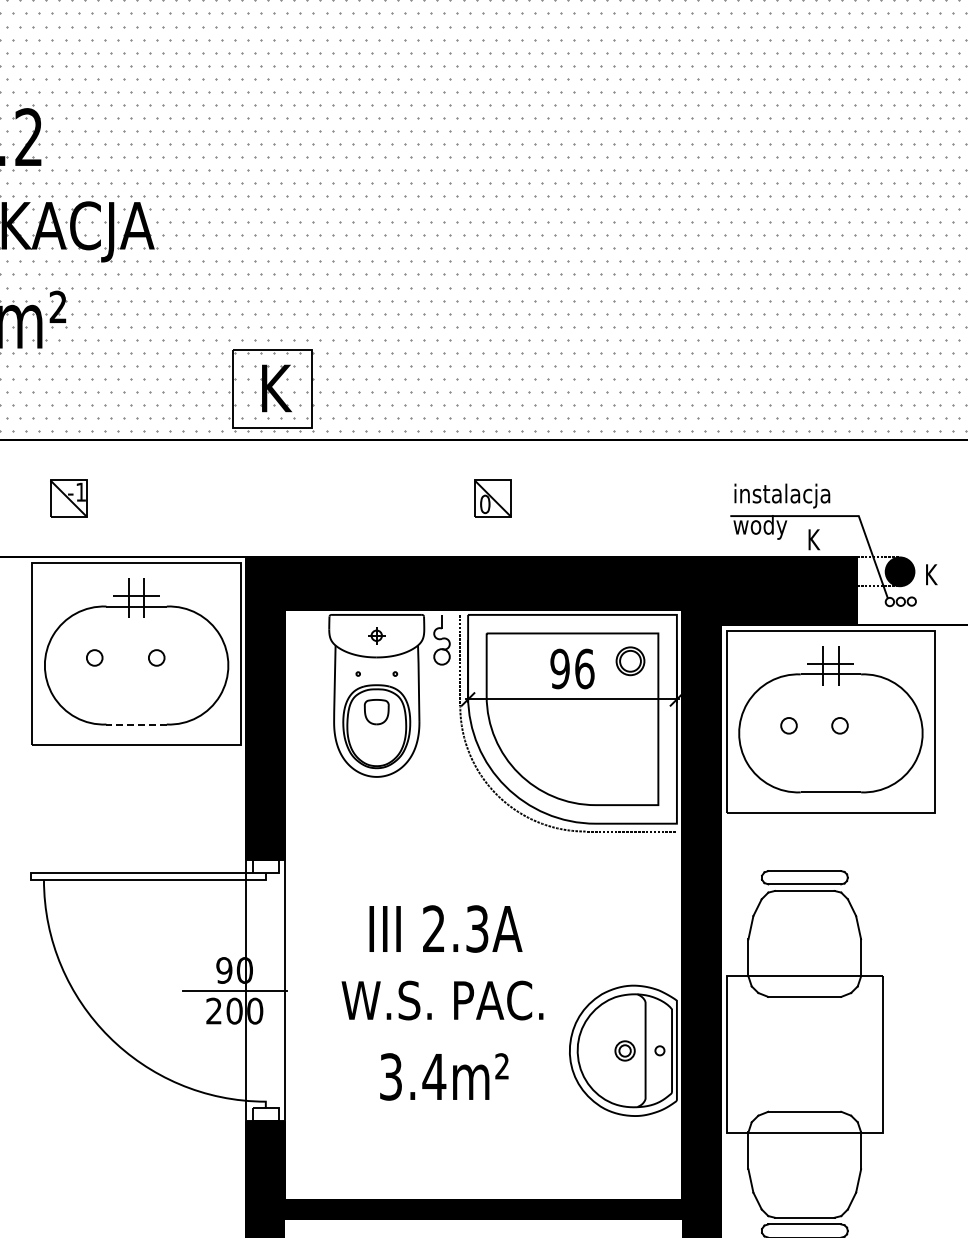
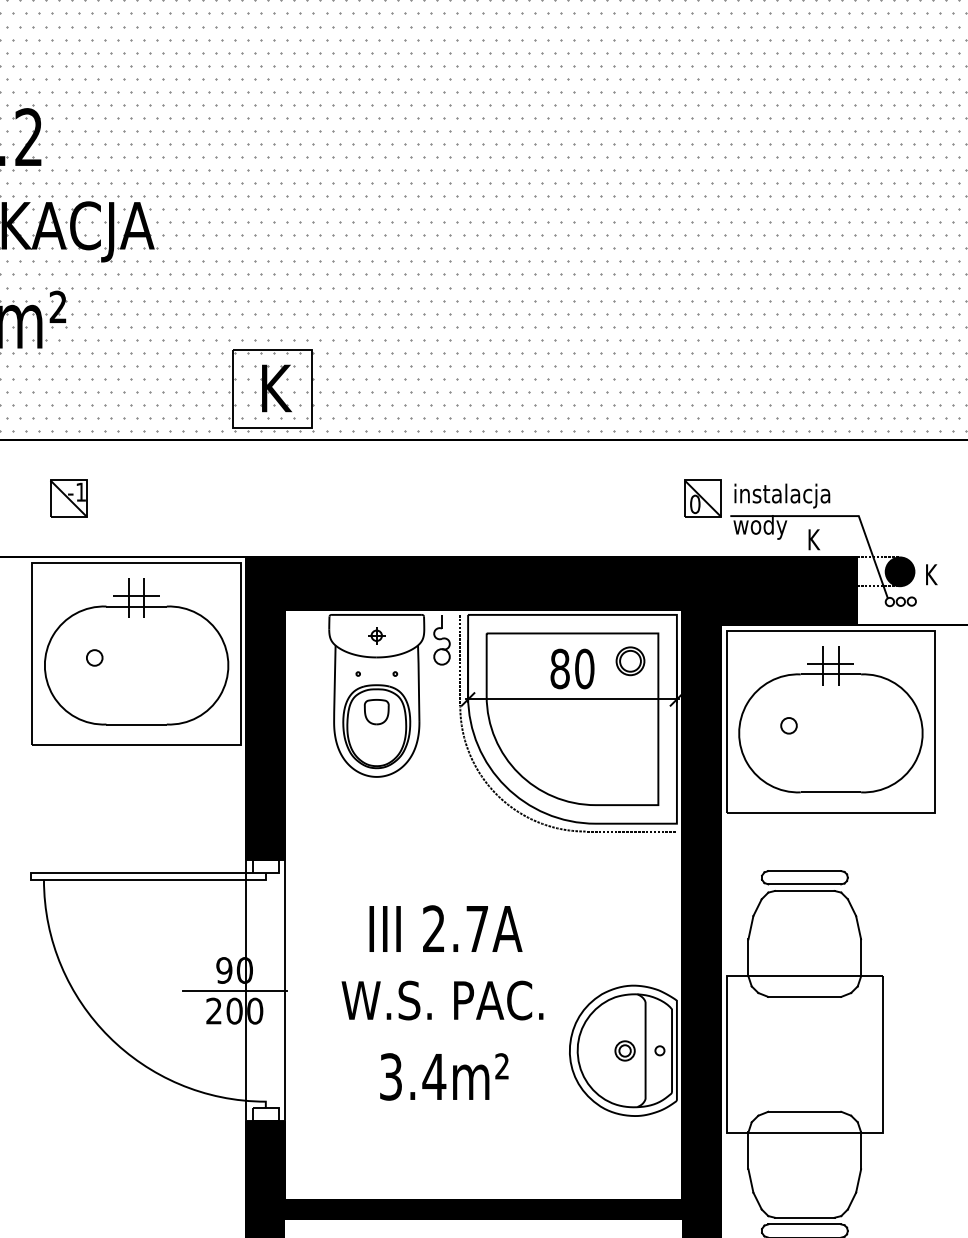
part at (492, 498) position: (492, 498) -> (702, 498)
circle at (156, 657): present -> none
text at (572, 668): 96 -> 80
line at (136, 724): dashed -> solid
circle at (839, 725): present -> none
text at (477, 928): 2.3A -> 2.7A
